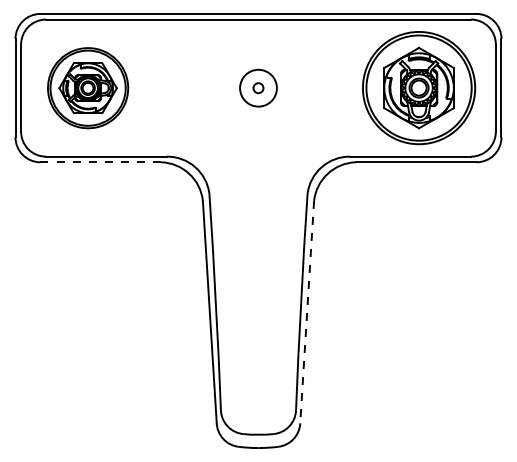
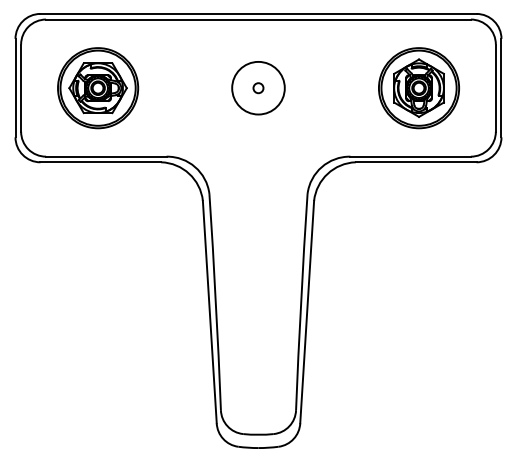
circle at (258, 87) diameter: 37 px -> 53 px
part at (88, 88) position: (88, 88) -> (98, 88)
part at (419, 88) size: 115x115 px -> 82x83 px
line at (101, 162): dashed -> solid
line at (307, 312): dashed -> solid
